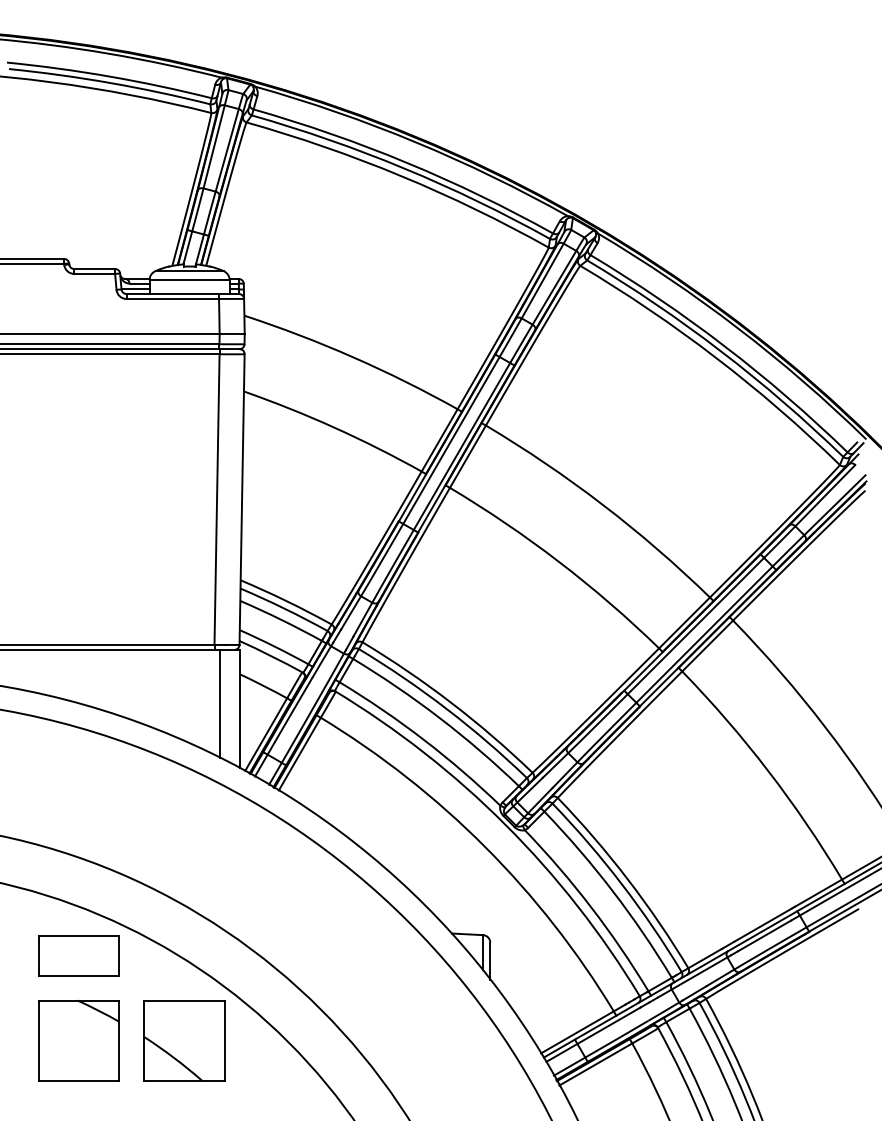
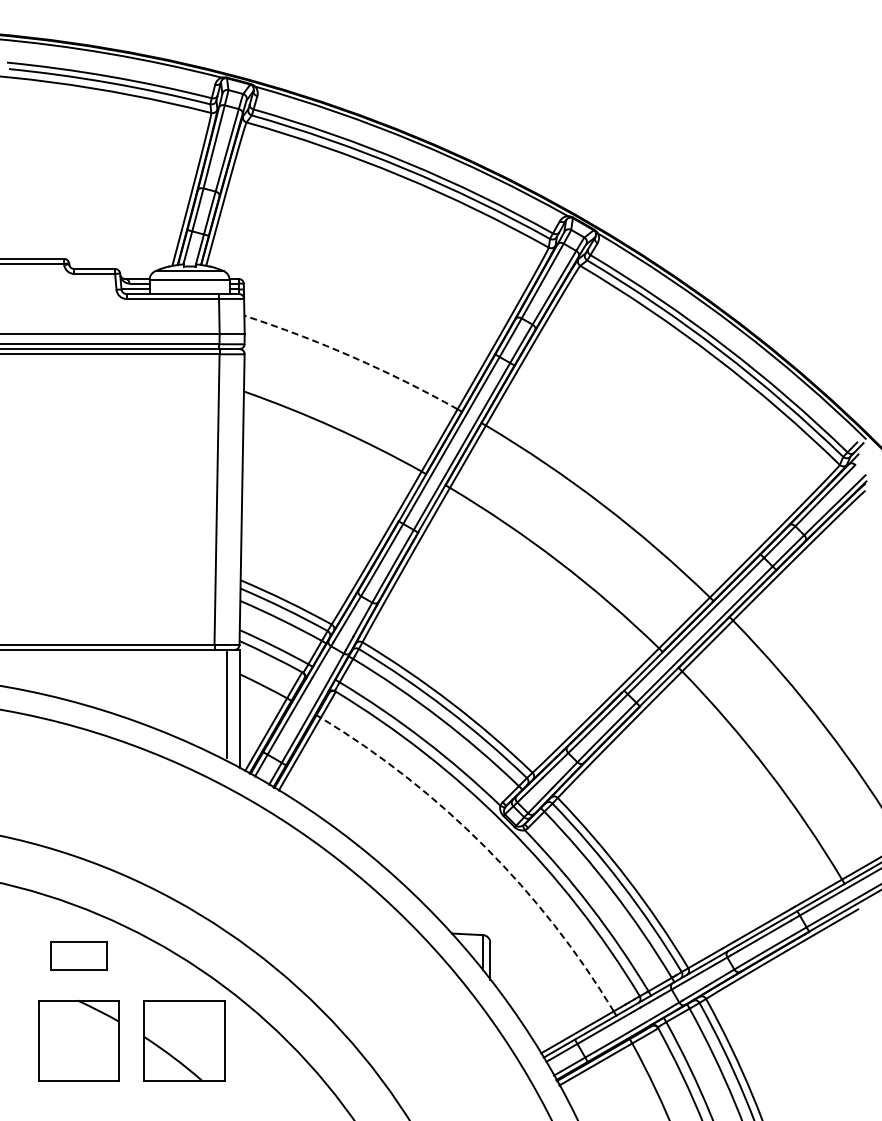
arc at (353, 357): solid -> dashed
line at (219, 703) position: (219, 703) -> (226, 703)
arc at (485, 846): solid -> dashed
part at (78, 955) size: 82x42 px -> 58x30 px
